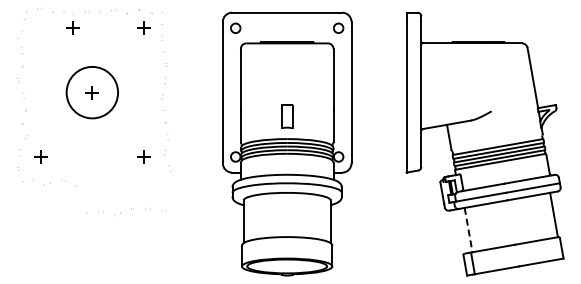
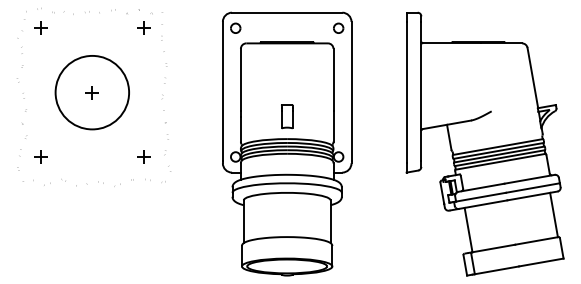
part at (72, 27) position: (72, 27) -> (40, 27)
circle at (92, 92) diameter: 51 px -> 74 px
part at (125, 211) position: (125, 211) -> (125, 182)
line at (468, 230): dashed -> solid
